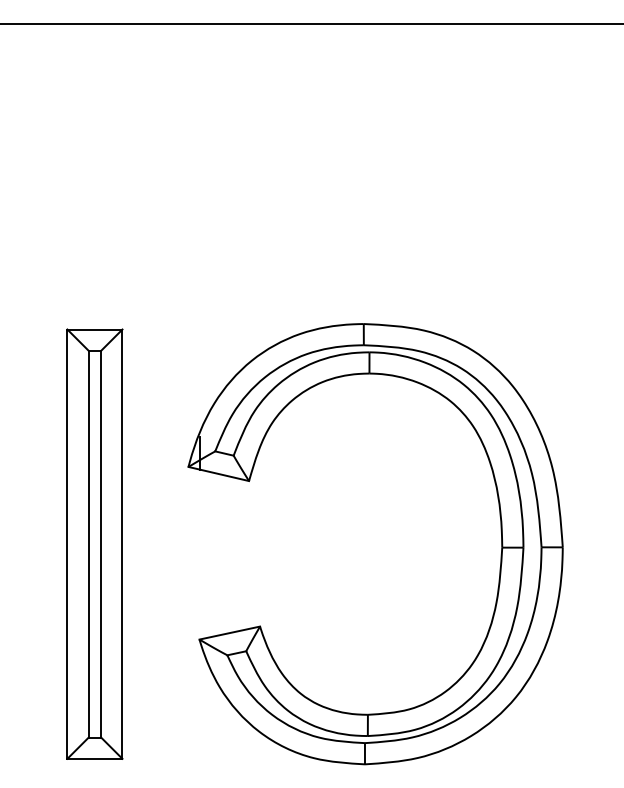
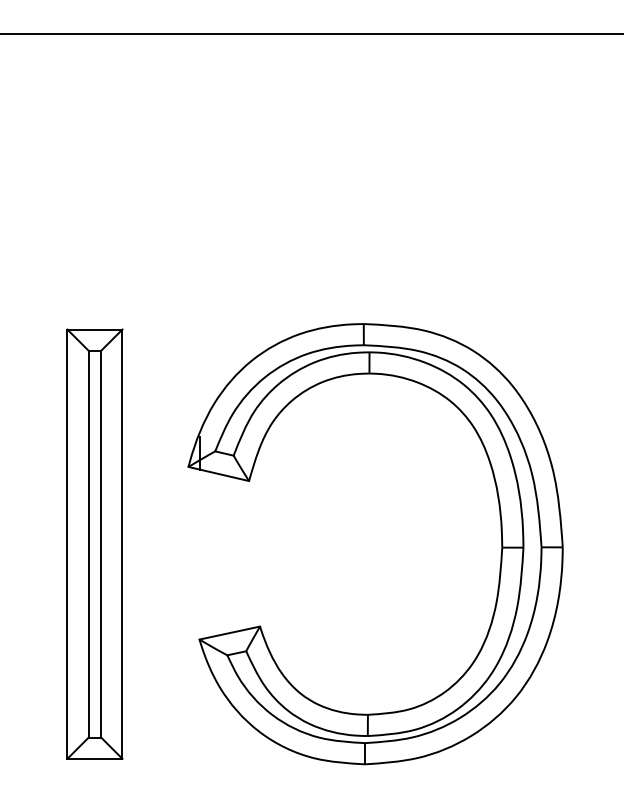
line at (311, 23) position: (311, 23) -> (311, 33)
